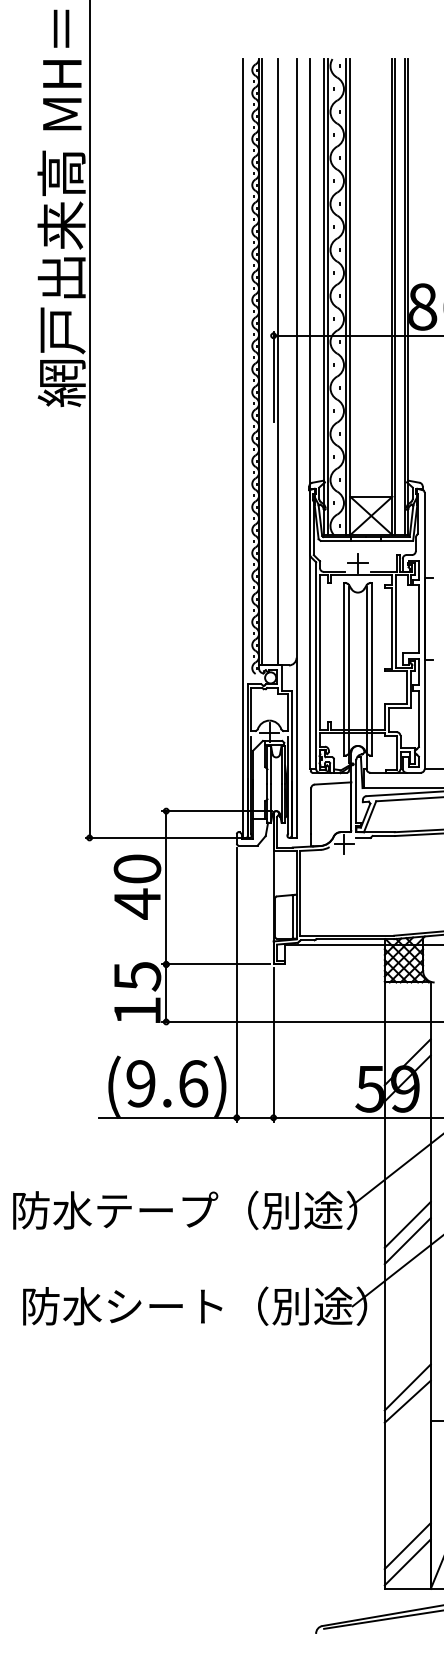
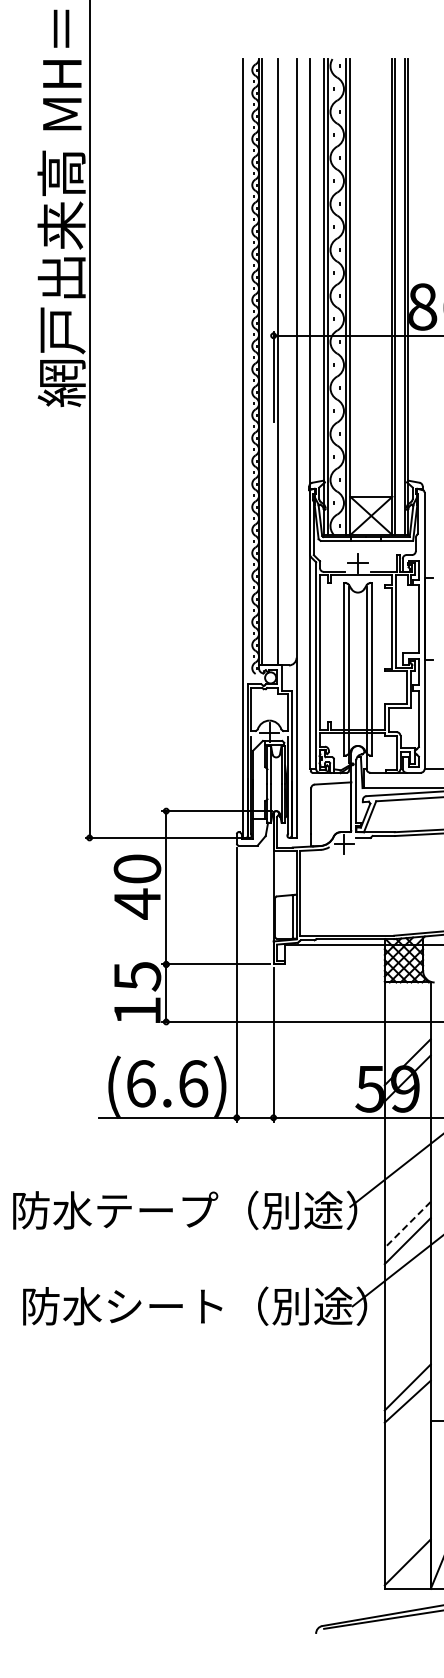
text at (140, 1083): (9.6) -> (6.6)
line at (407, 1224): solid -> dashed
line at (407, 1546): present -> none
